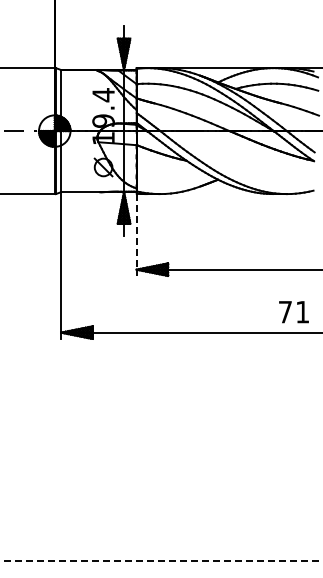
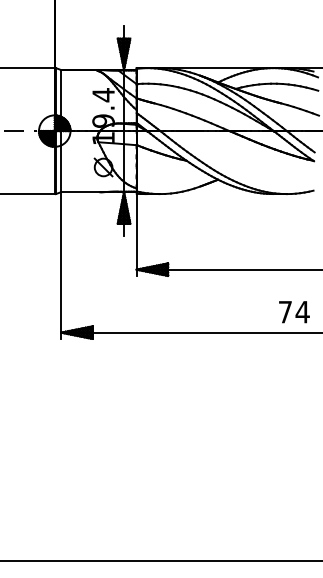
line at (136, 235): dashed -> solid
text at (302, 312): 71 -> 74
line at (161, 560): dashed -> solid
